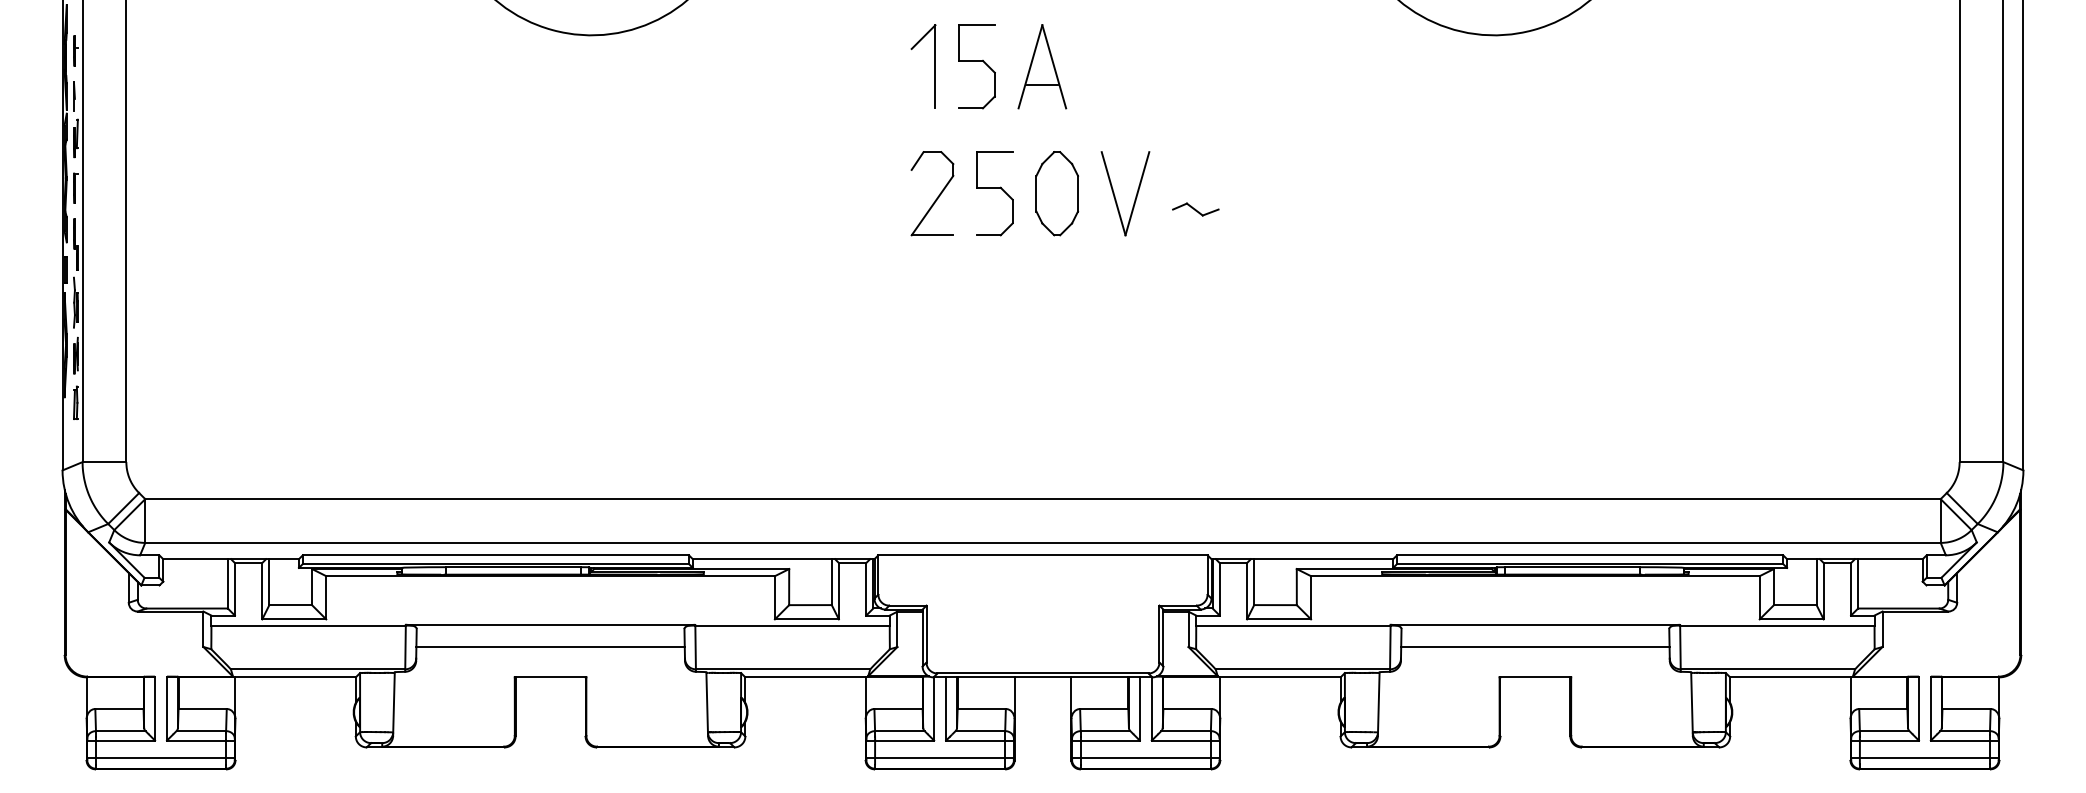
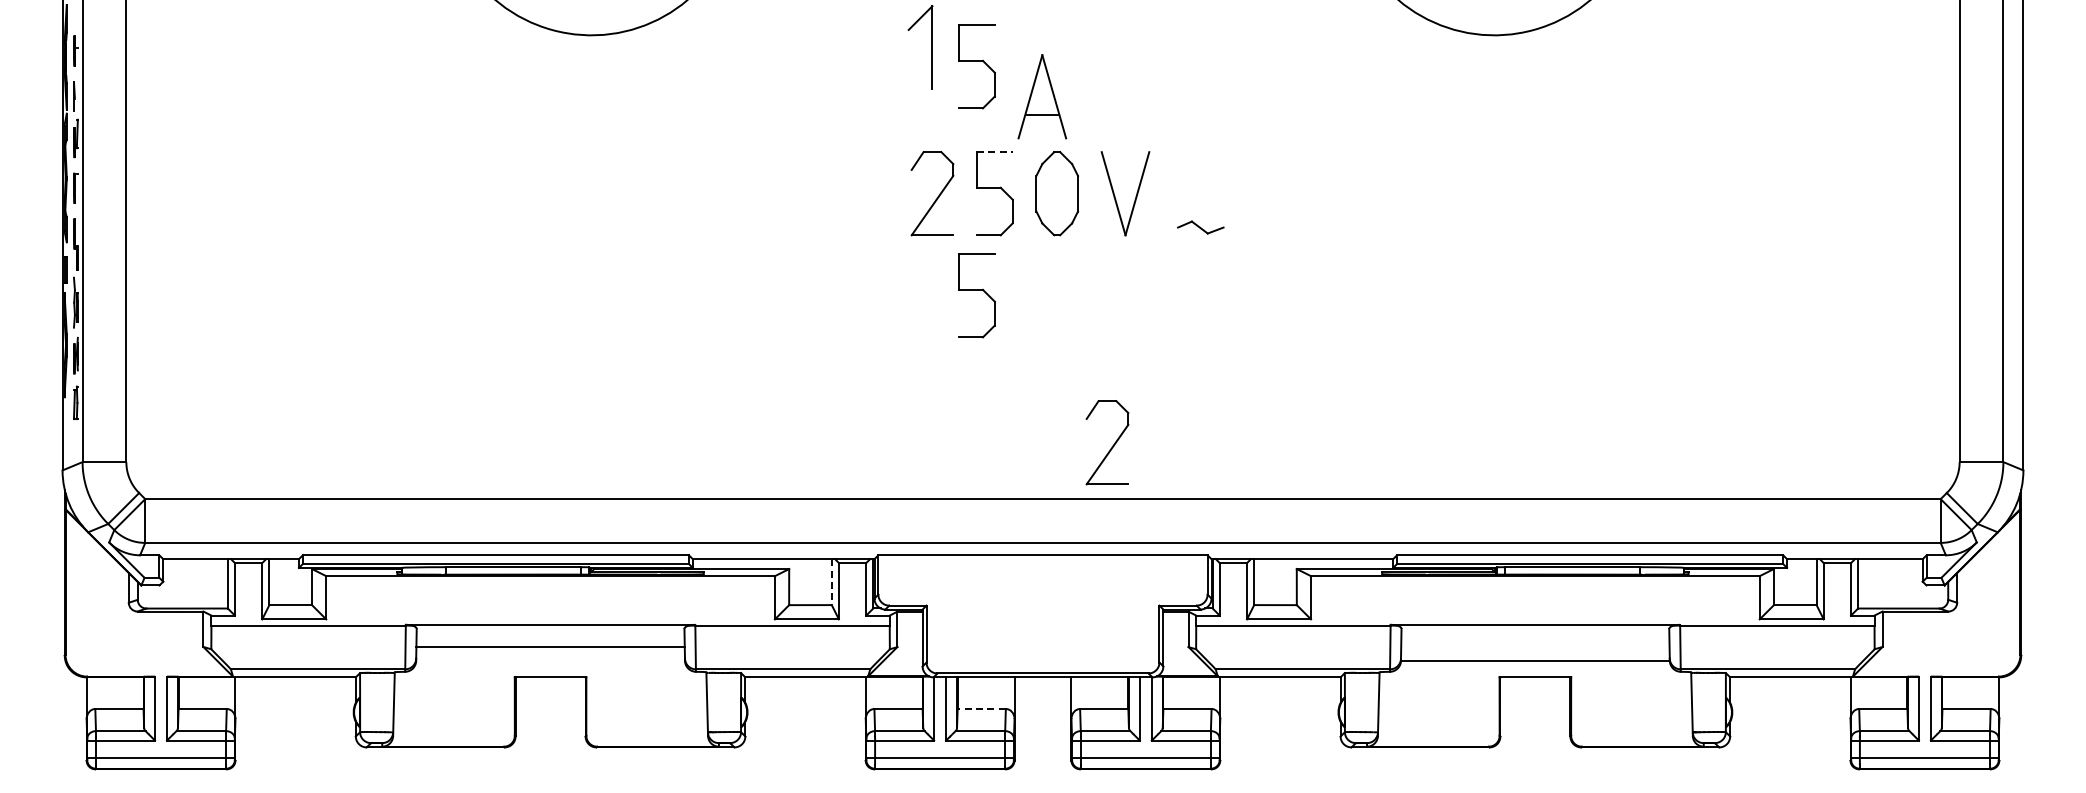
part at (934, 66) position: (934, 66) -> (931, 47)
part at (1042, 66) position: (1042, 66) -> (1042, 96)
line at (994, 152): solid -> dashed
part at (1195, 209) position: (1195, 209) -> (1200, 227)
part at (976, 295): none -> present
part at (1107, 442): none -> present
line at (831, 582): solid -> dashed
line at (1535, 646) position: (1535, 646) -> (1535, 660)
line at (981, 709): solid -> dashed
